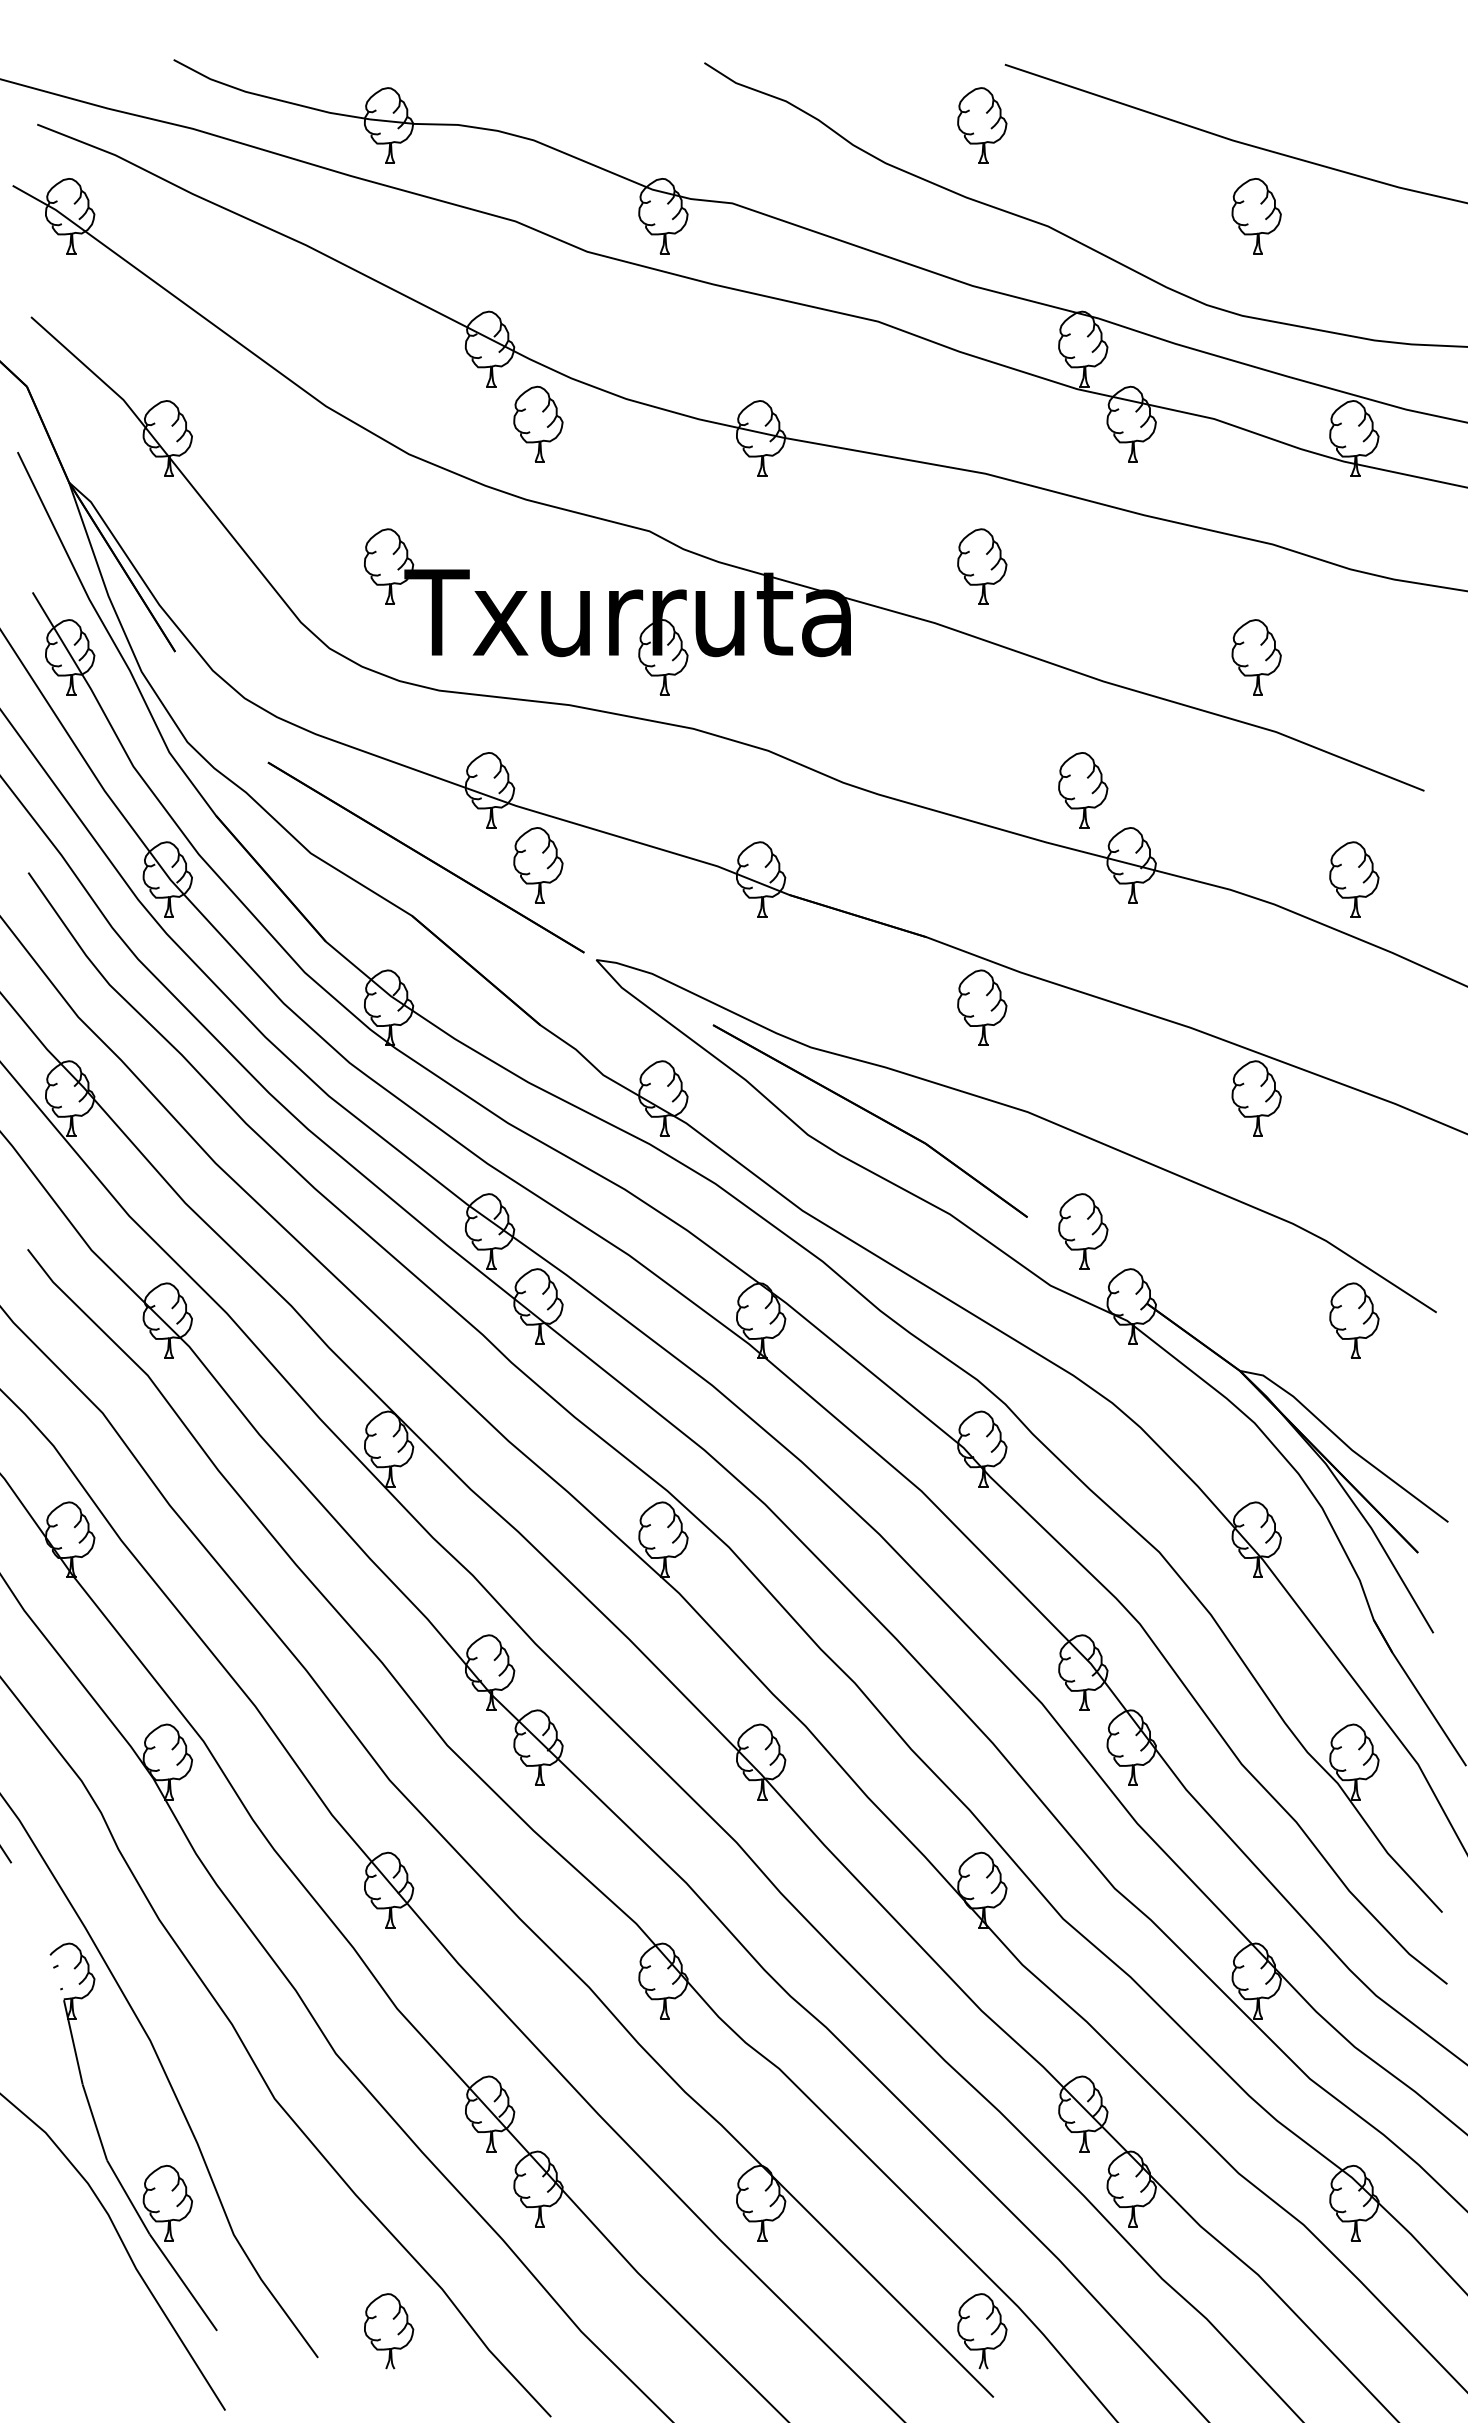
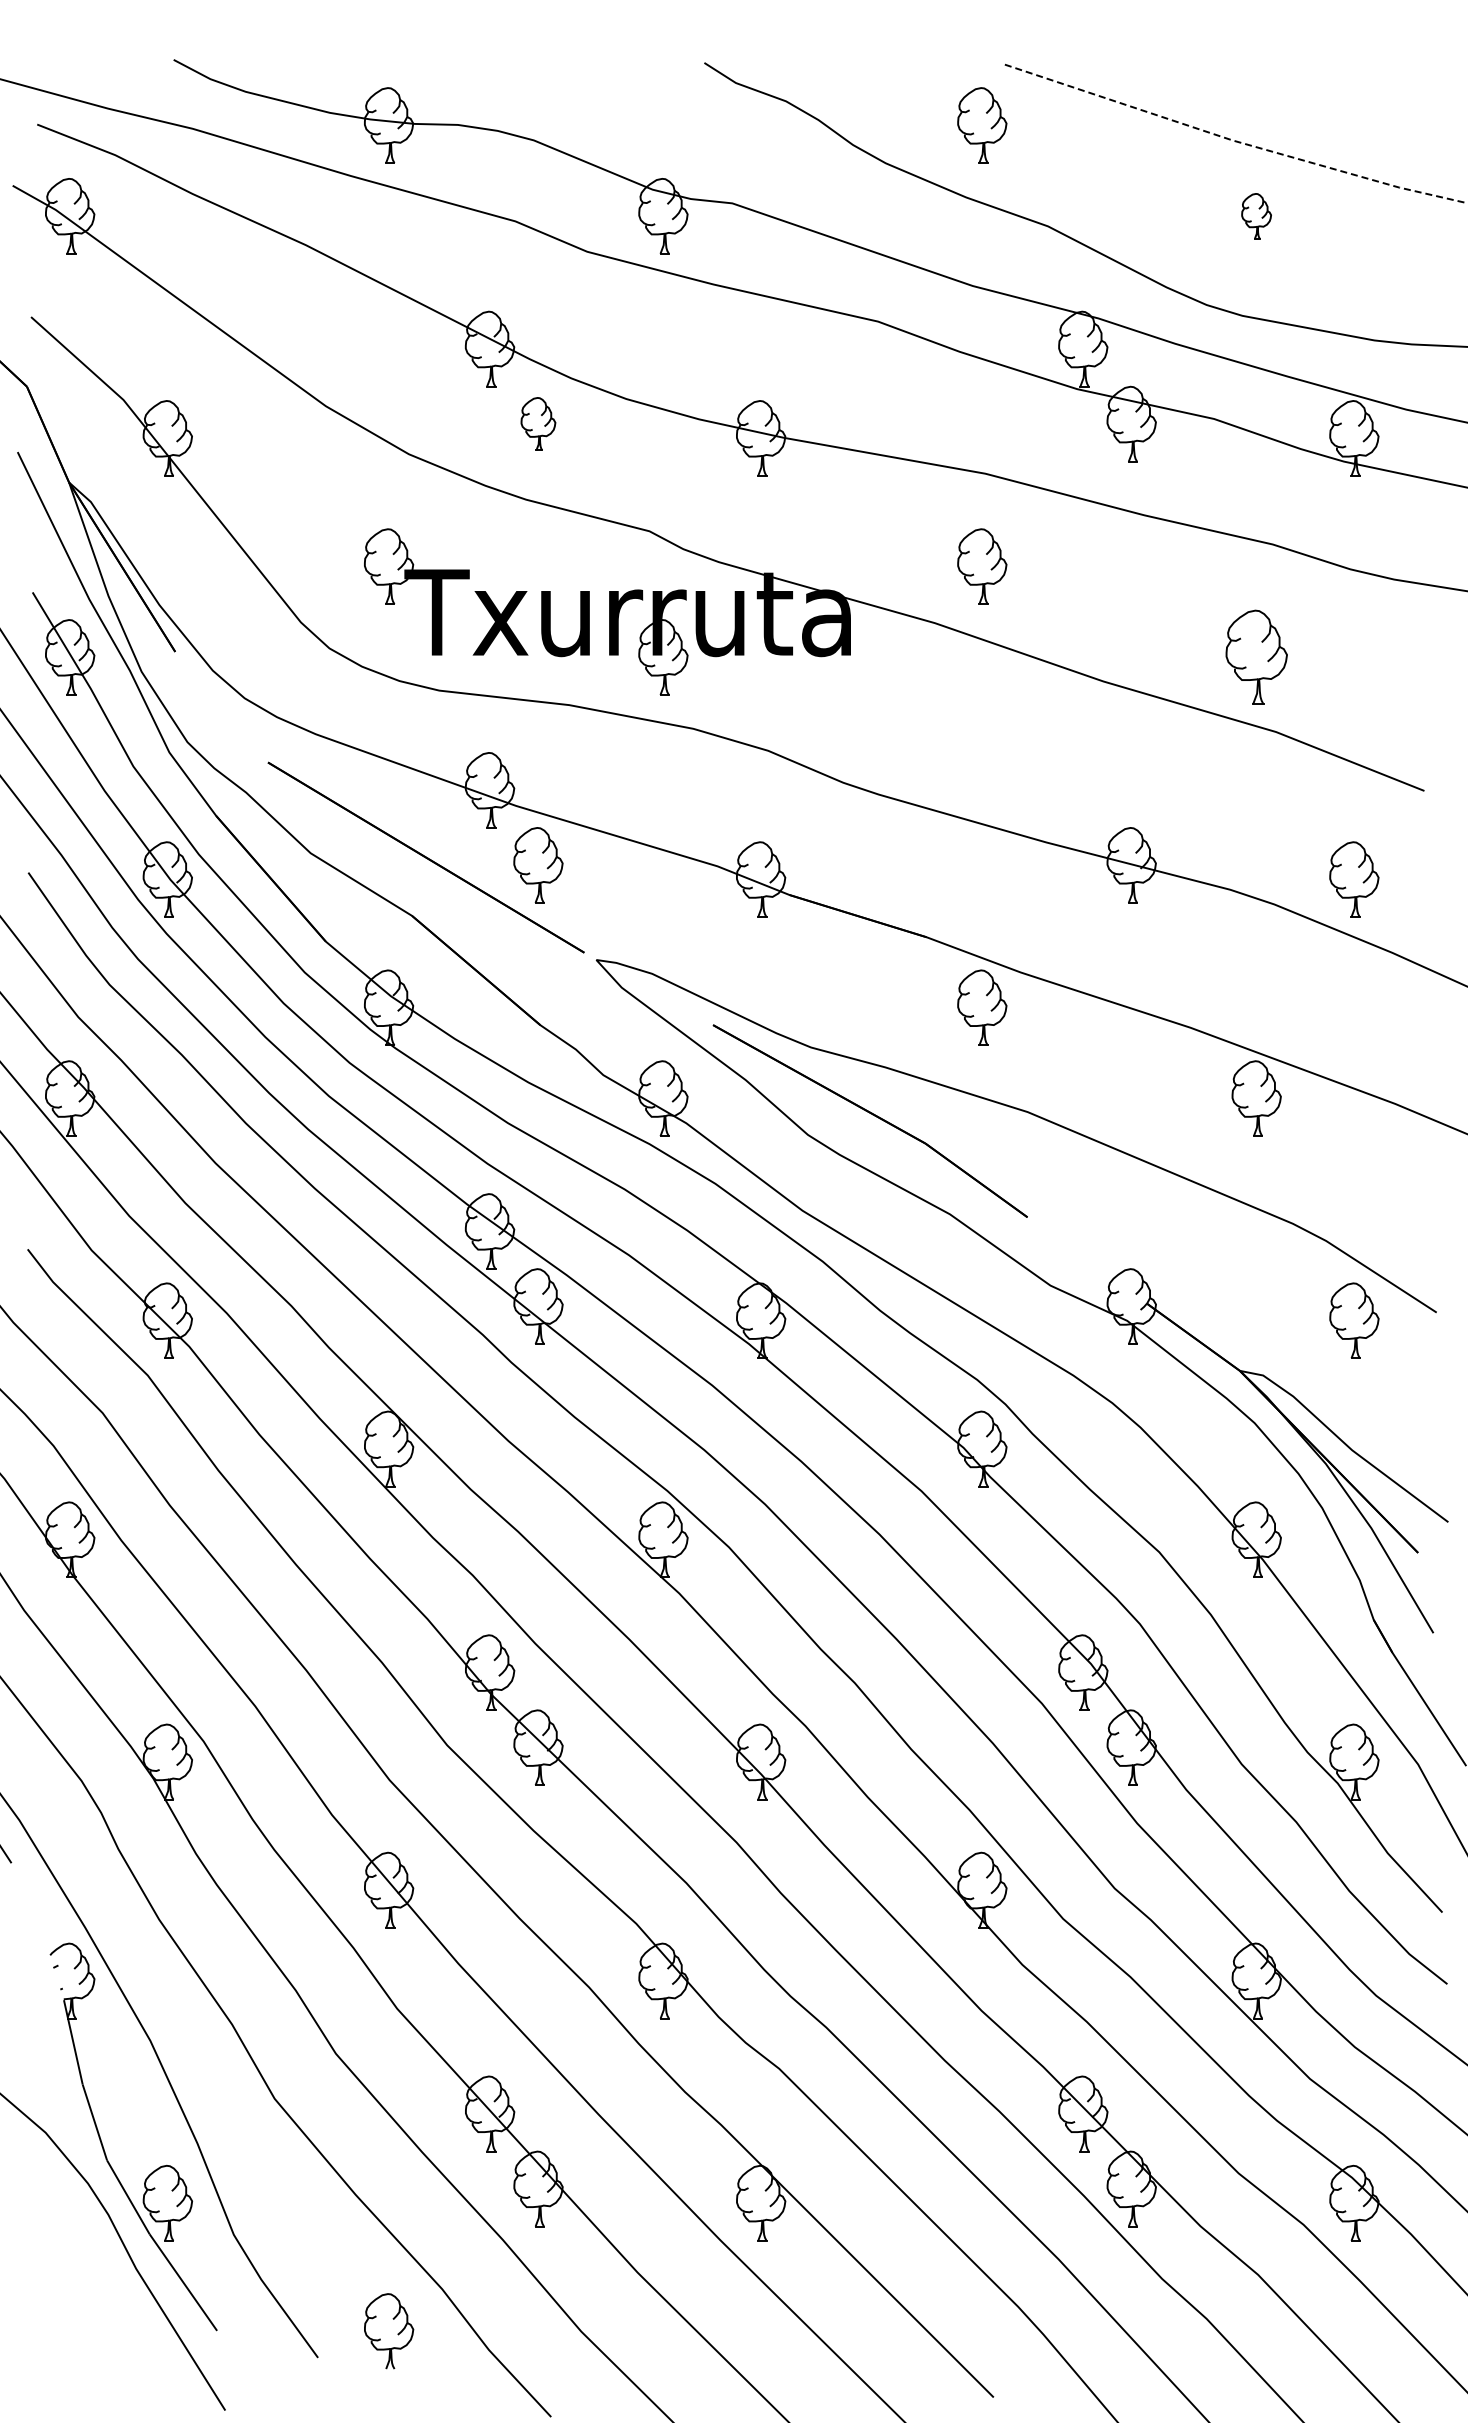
line at (1233, 140): solid -> dashed
part at (1256, 216) size: 51x77 px -> 31x47 px
part at (538, 423) size: 51x78 px -> 37x54 px
part at (1256, 657) size: 51x77 px -> 63x96 px
part at (1083, 790): present -> none
part at (1083, 1231): present -> none
part at (982, 2331): present -> none
